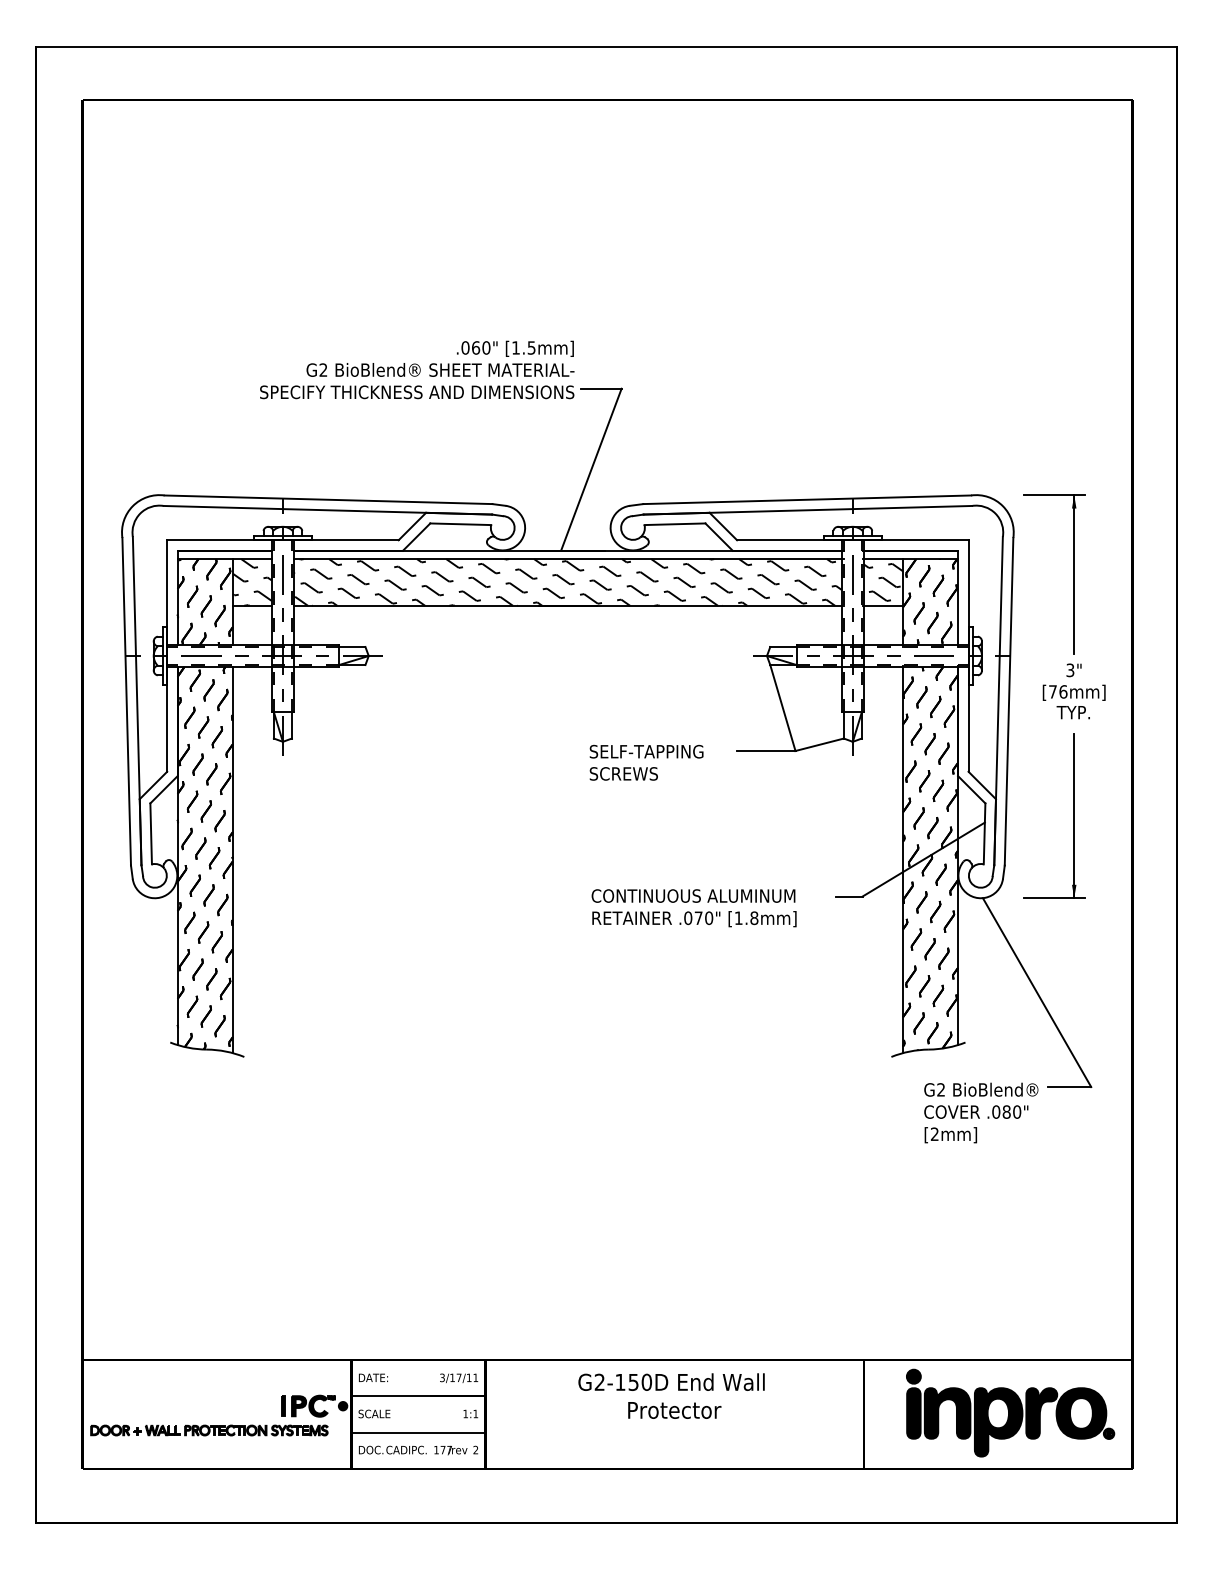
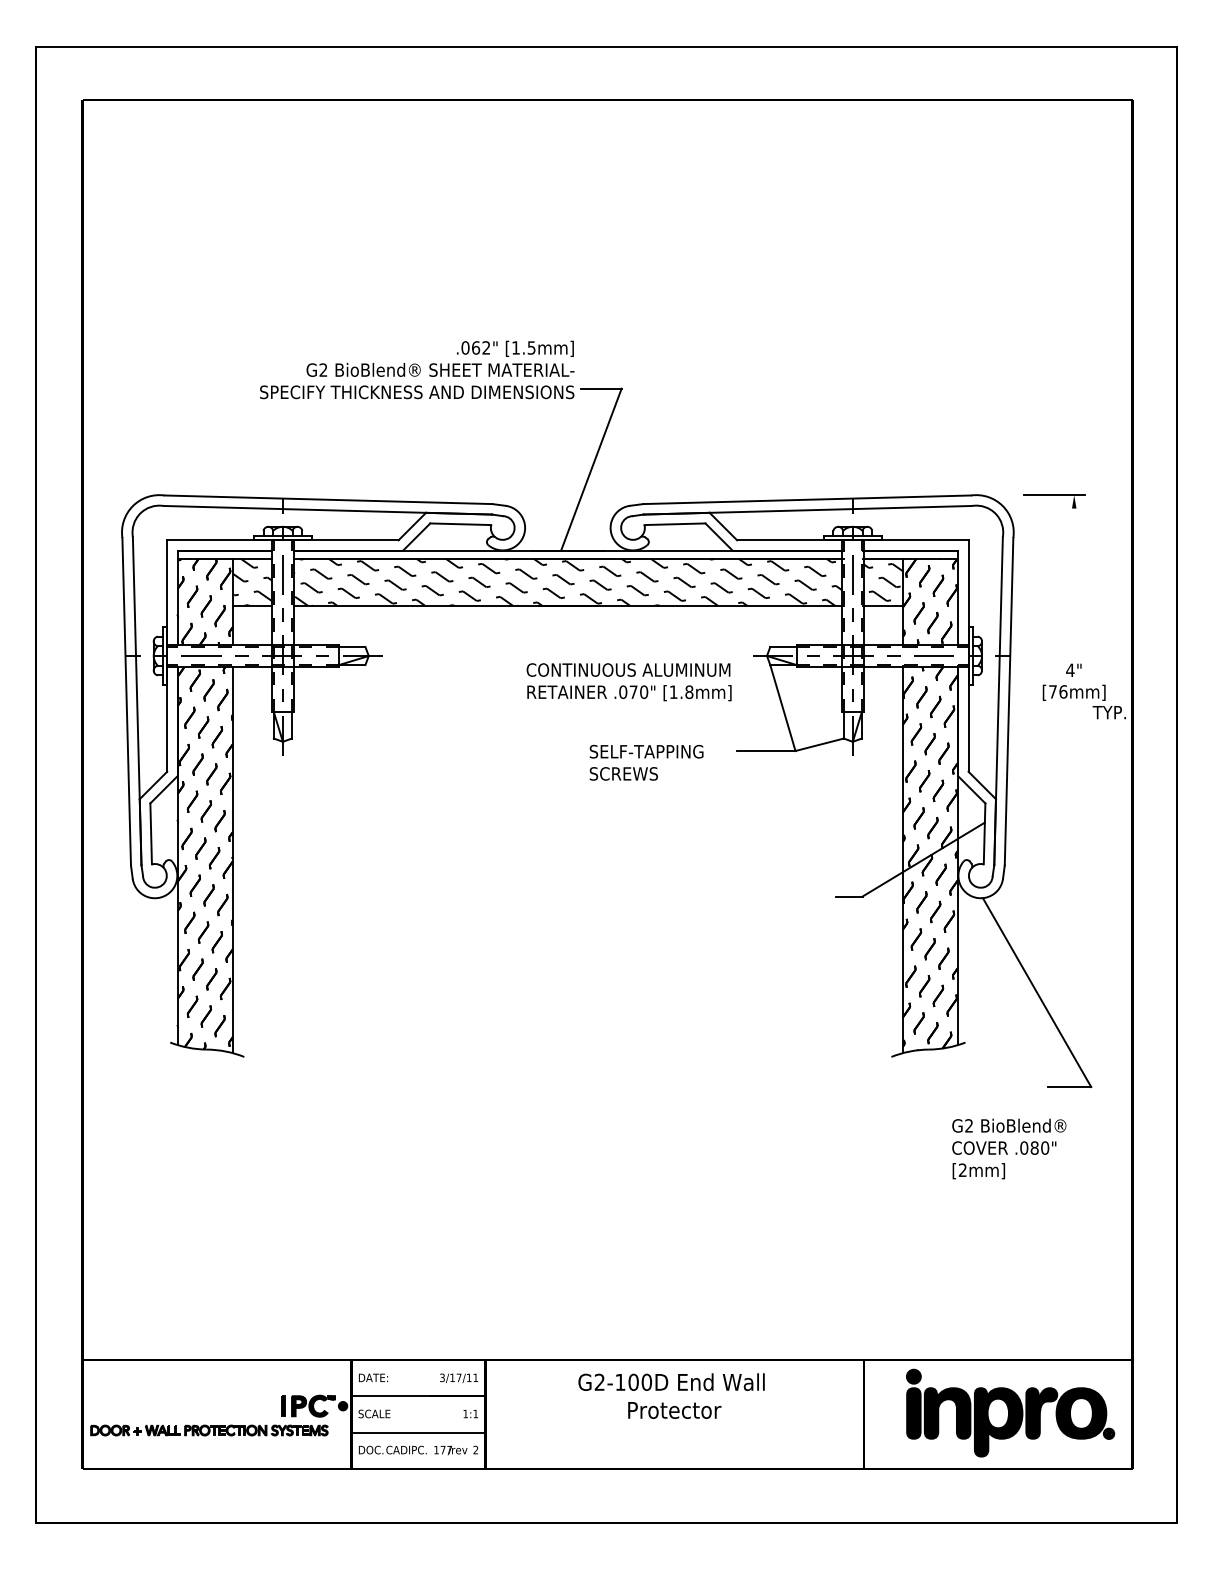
text at (486, 347): .060" -> .062"
line at (1074, 574): present -> none
text at (1070, 670): 3" -> 4"
text at (1072, 712) position: (1072, 712) -> (1108, 712)
part at (1073, 815): present -> none
text at (693, 908) position: (693, 908) -> (628, 682)
text at (981, 1112) position: (981, 1112) -> (1009, 1148)
text at (633, 1381): G2-150D -> G2-100D
